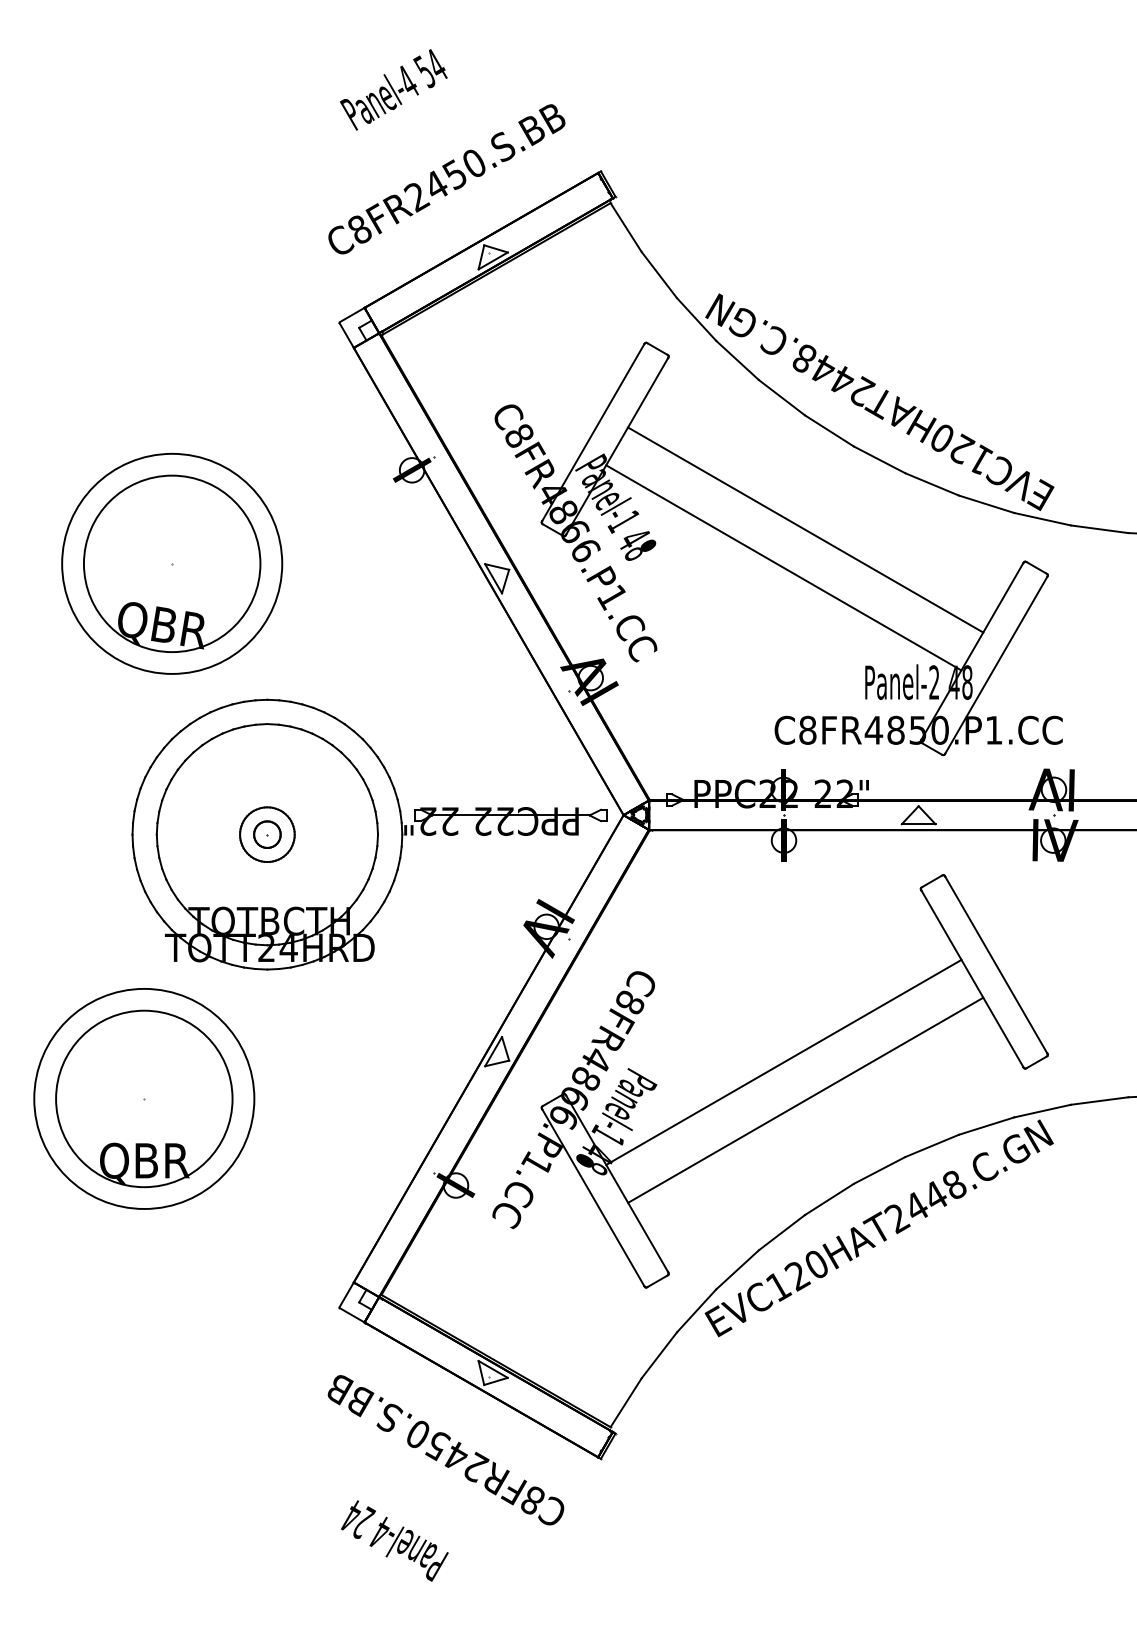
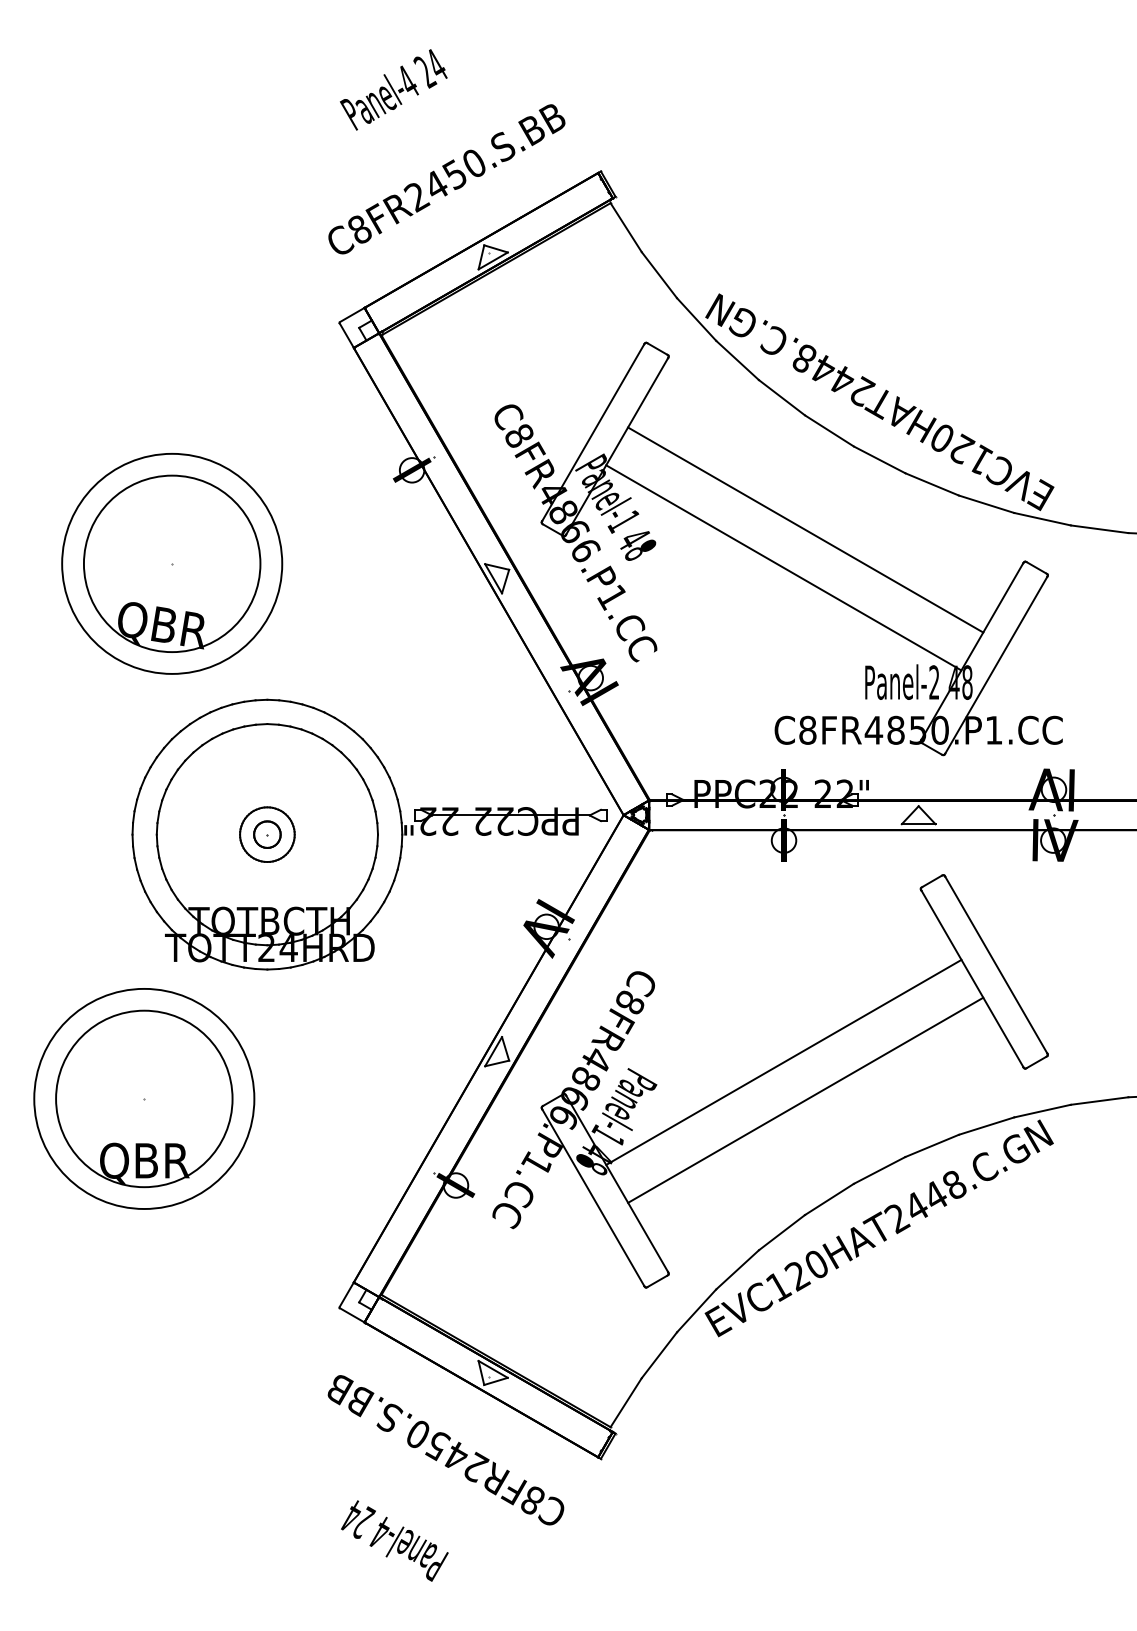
text at (425, 71): 54 -> 24
